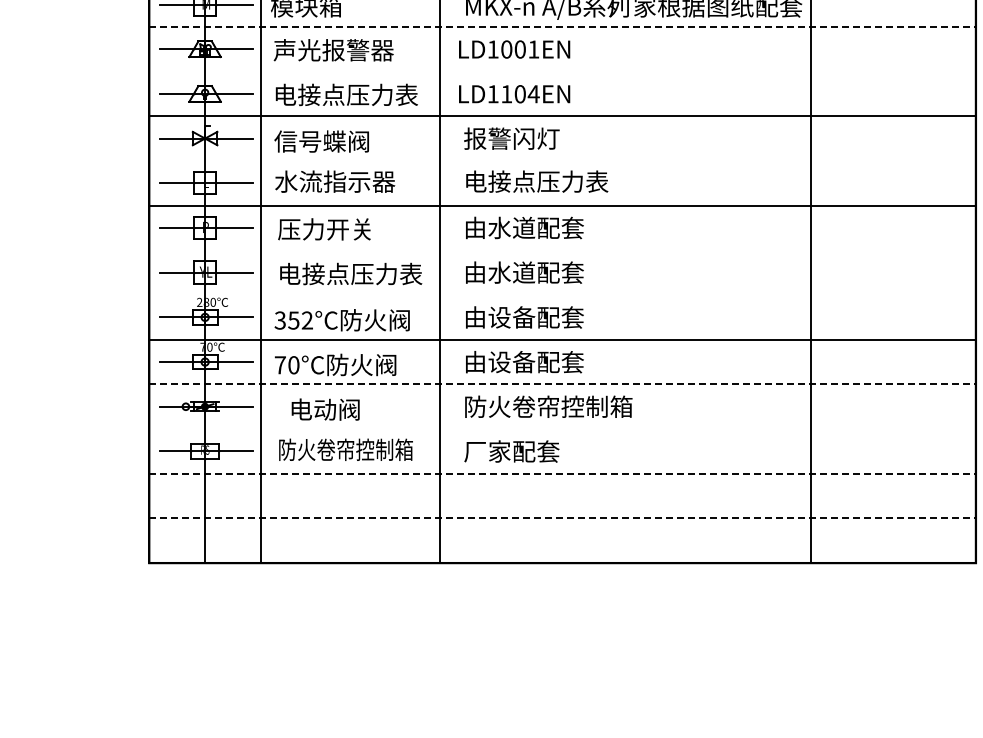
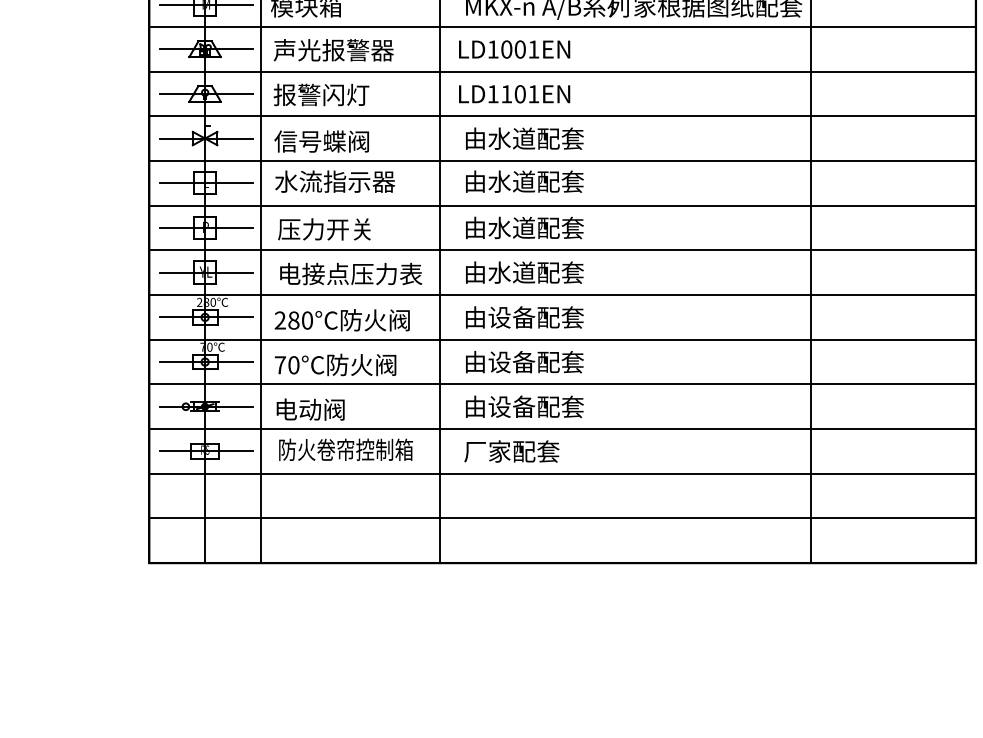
line at (563, 26): dashed -> solid
line at (562, 71): none -> present
text at (345, 94): 电接点压力表 -> 报警闪灯
text at (533, 94): LD1104EN -> LD1101EN
text at (523, 138): 报警闪灯 -> 由水道配套
line at (562, 160): none -> present
text at (537, 181): 电接点压力表 -> 由水道配套
line at (562, 250): none -> present
line at (562, 294): none -> present
text at (293, 320): 352°C -> 280°C
line at (563, 384): dashed -> solid
text at (548, 406): 防火卷帘控制箱 -> 由设备配套
text at (325, 409) position: (325, 409) -> (310, 409)
line at (562, 429): none -> present
line at (563, 473): dashed -> solid
line at (563, 518): dashed -> solid
